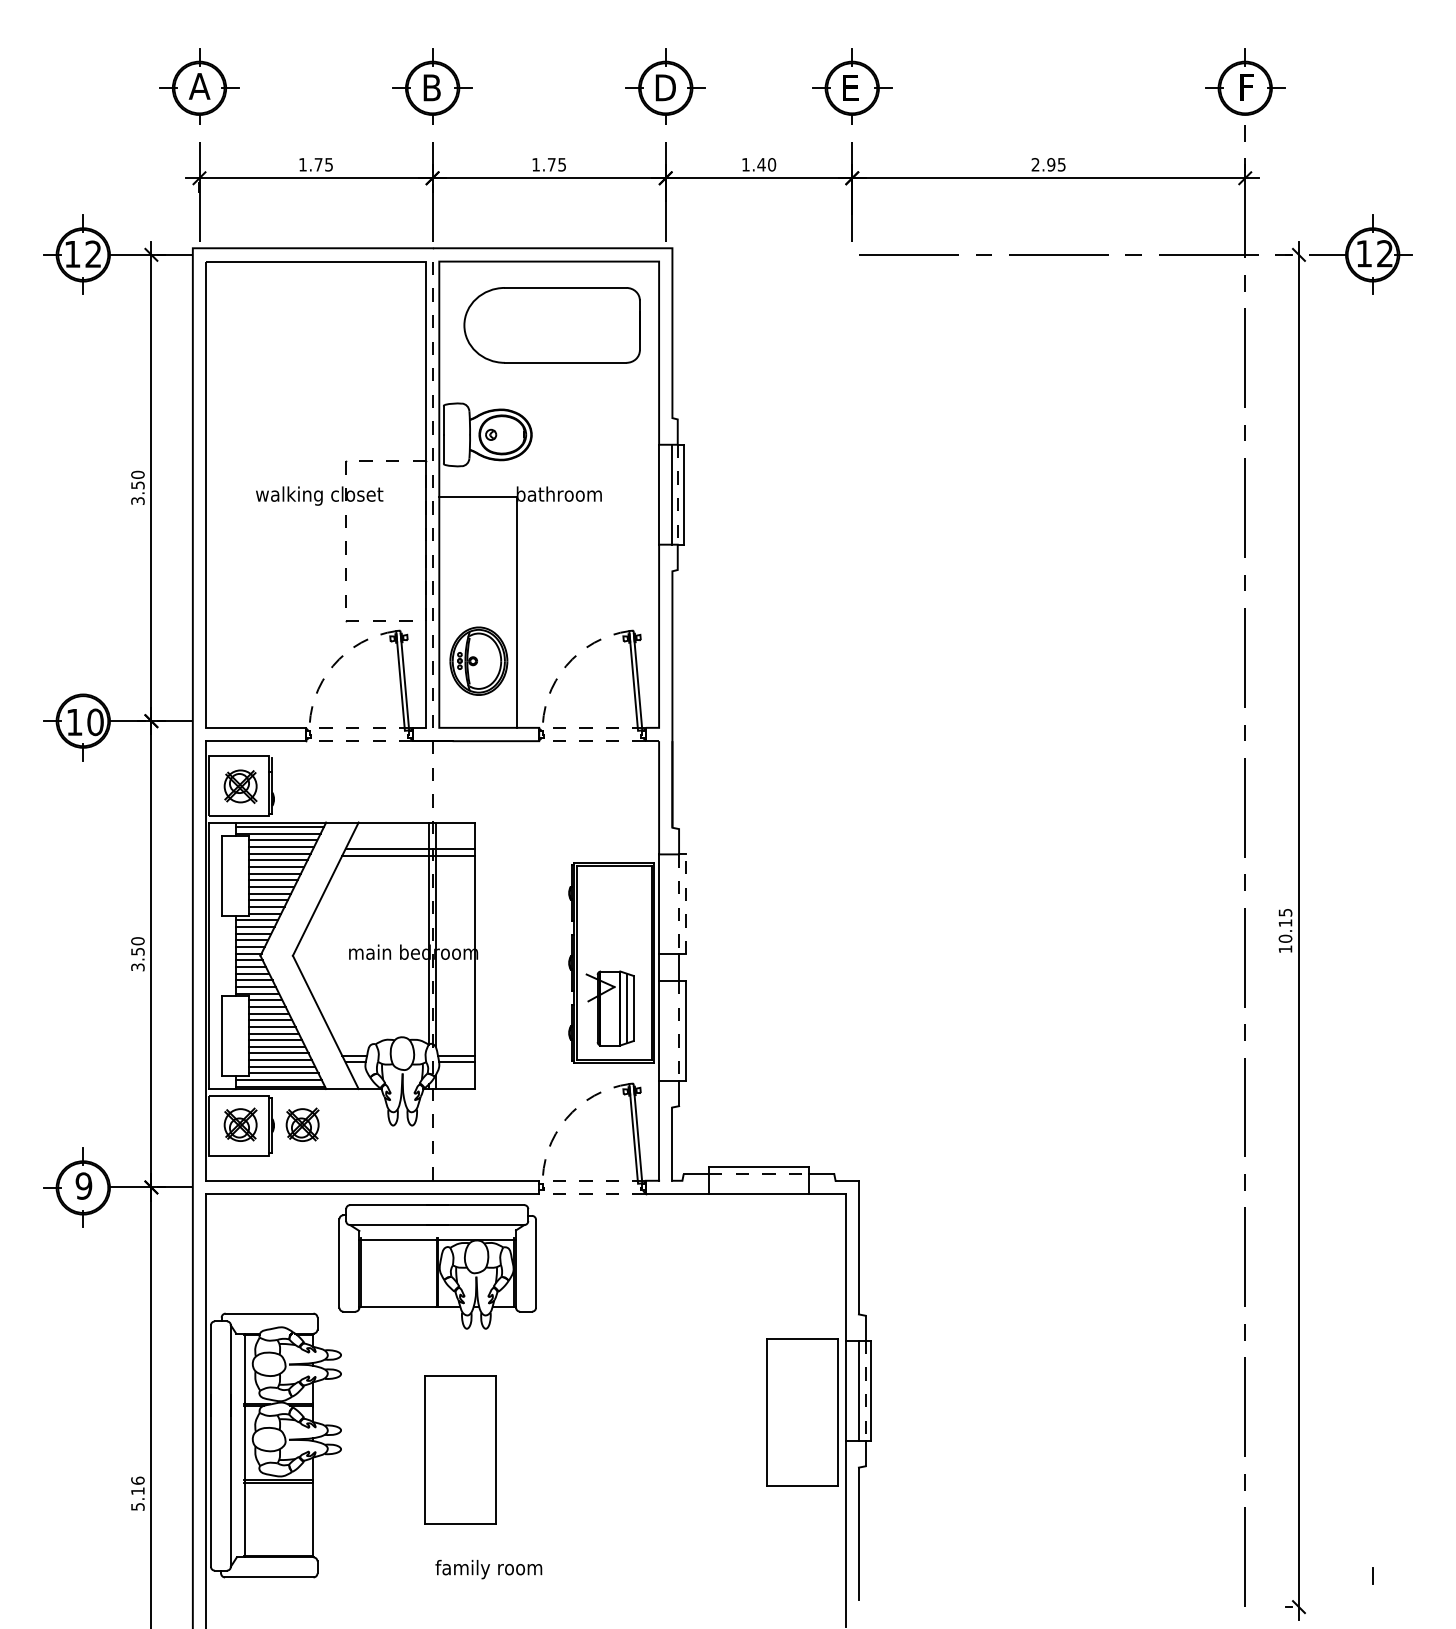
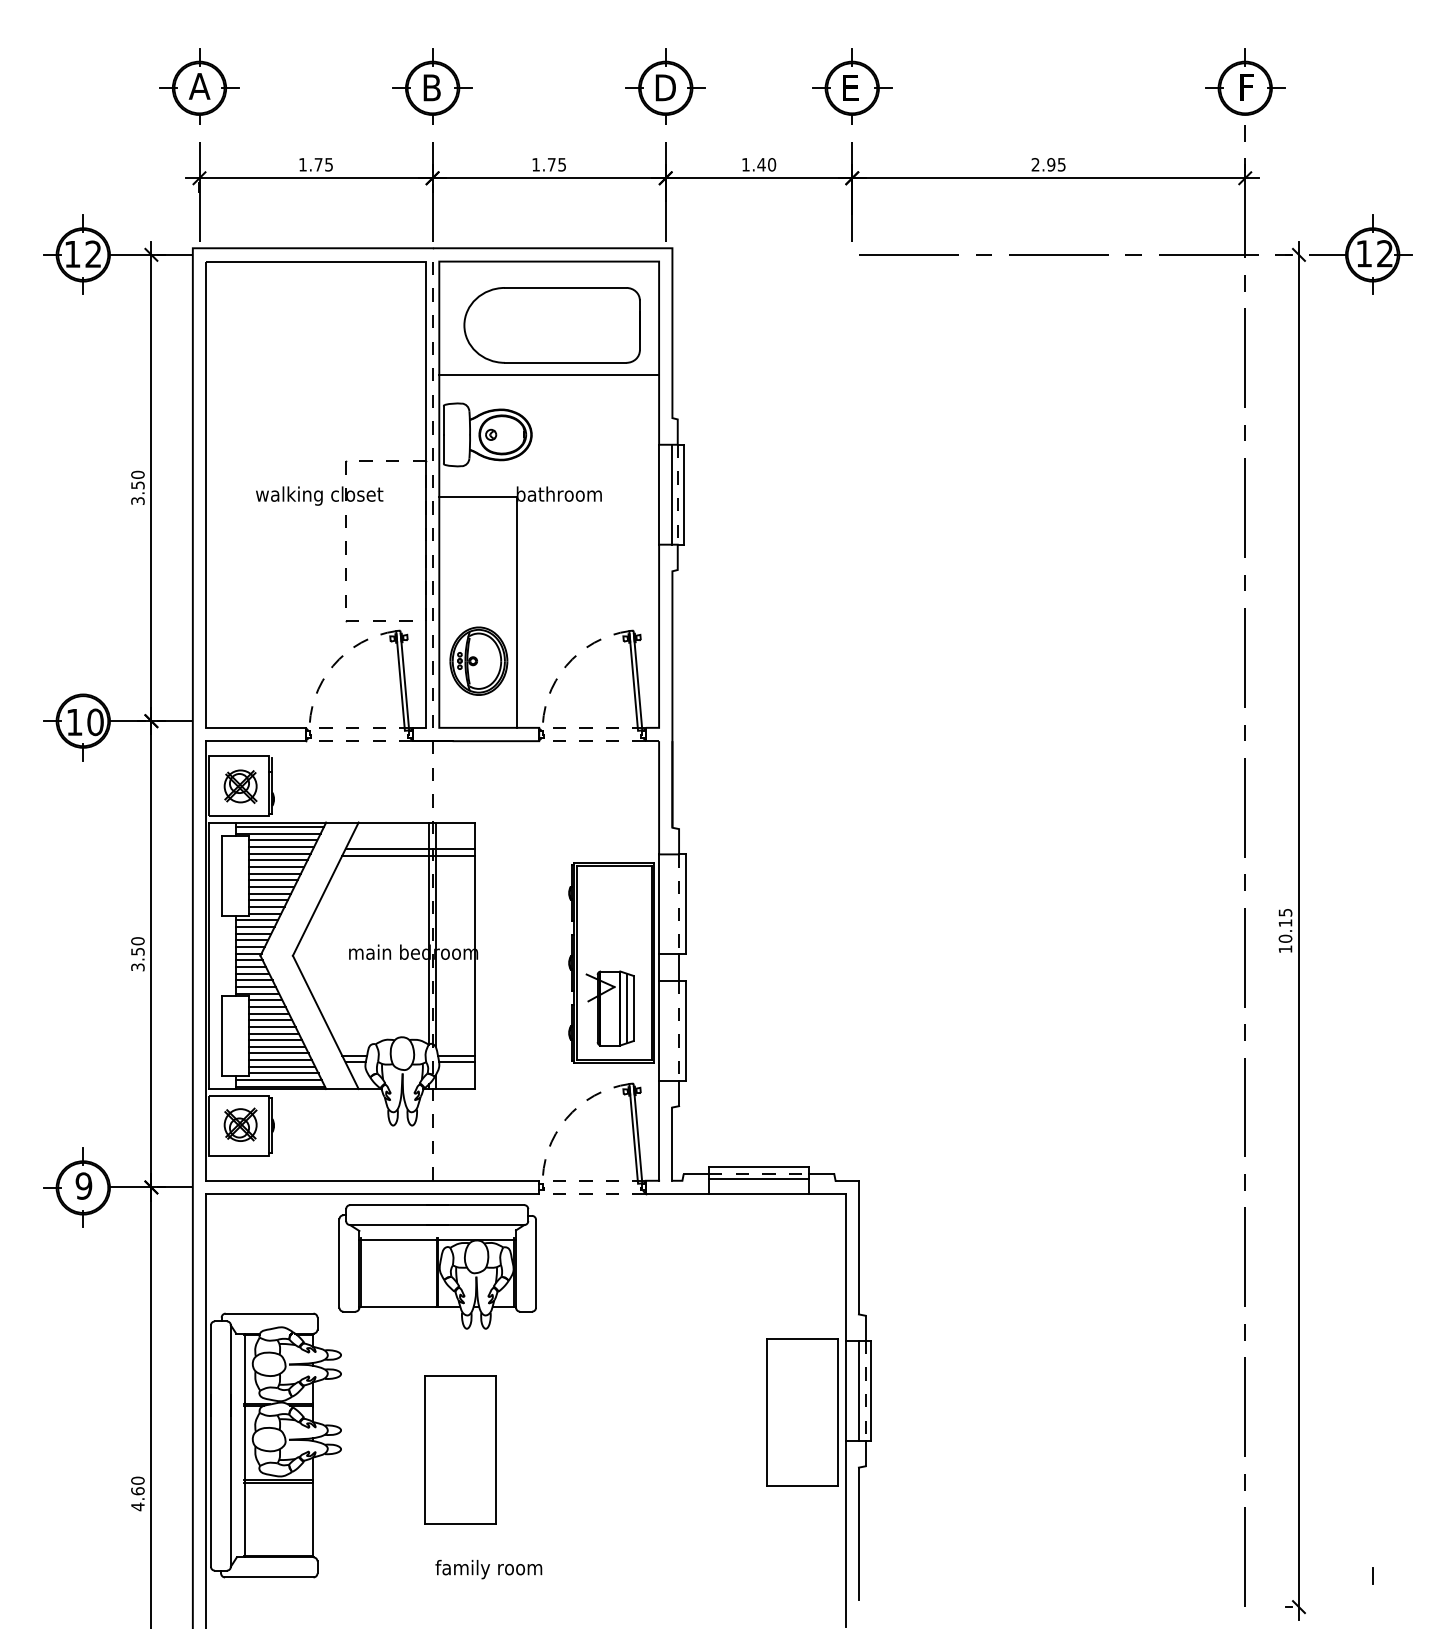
line at (549, 375): none -> present
line at (685, 904): dashed -> solid
part at (302, 1124): present -> none
line at (758, 1179): none -> present
text at (137, 1493): 5.16 -> 4.60
